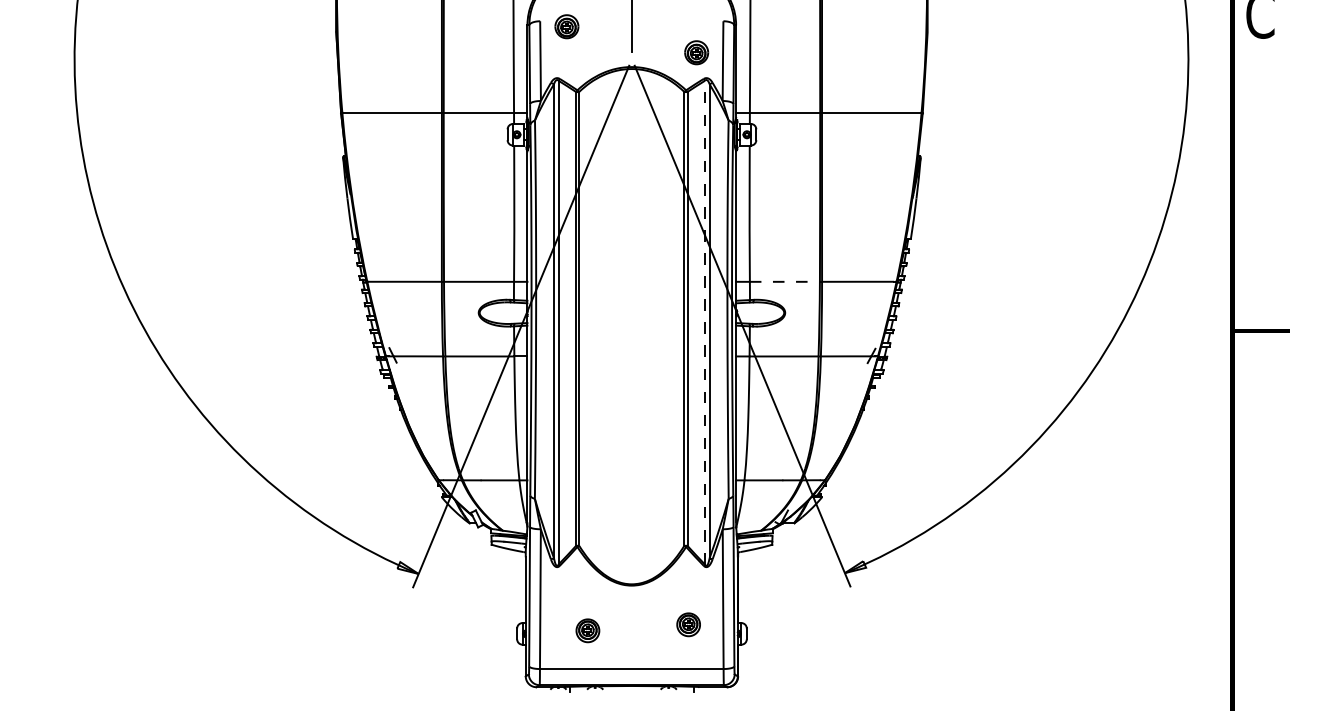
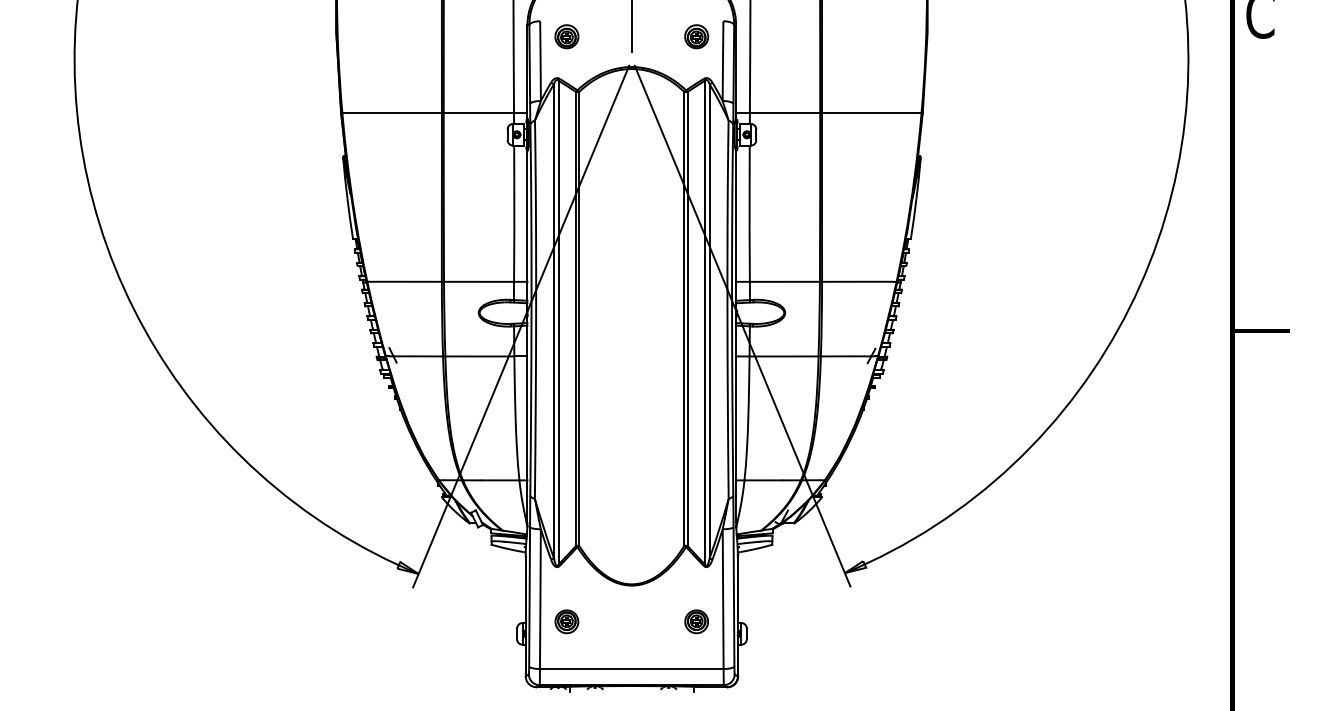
part at (566, 26) position: (566, 26) -> (566, 36)
part at (696, 52) position: (696, 52) -> (696, 36)
line at (785, 281): dashed -> solid
line at (705, 322): dashed -> solid
part at (688, 624) position: (688, 624) -> (696, 621)
part at (587, 630) position: (587, 630) -> (566, 621)
